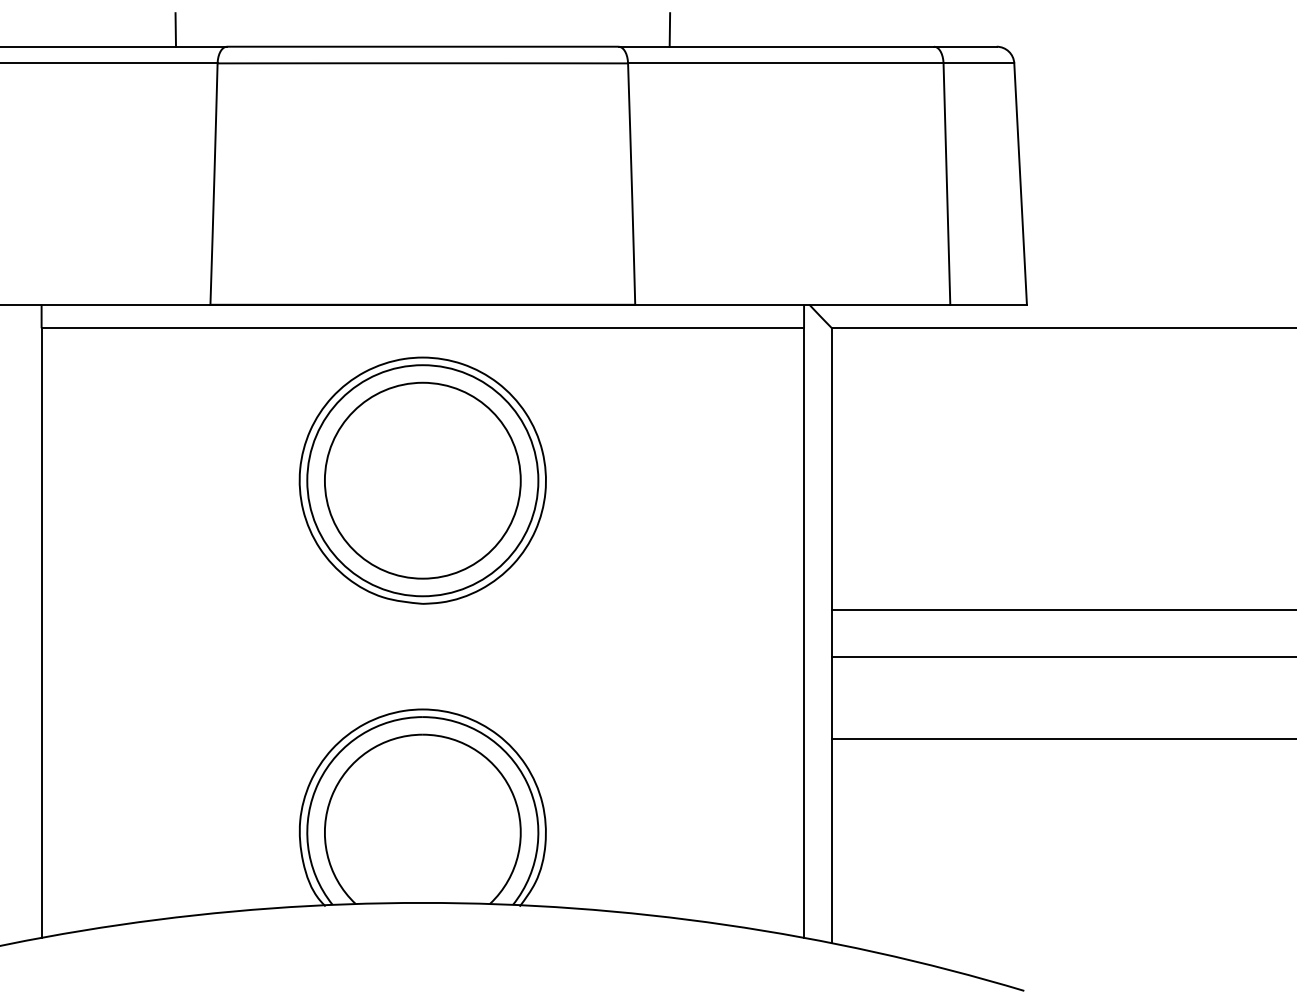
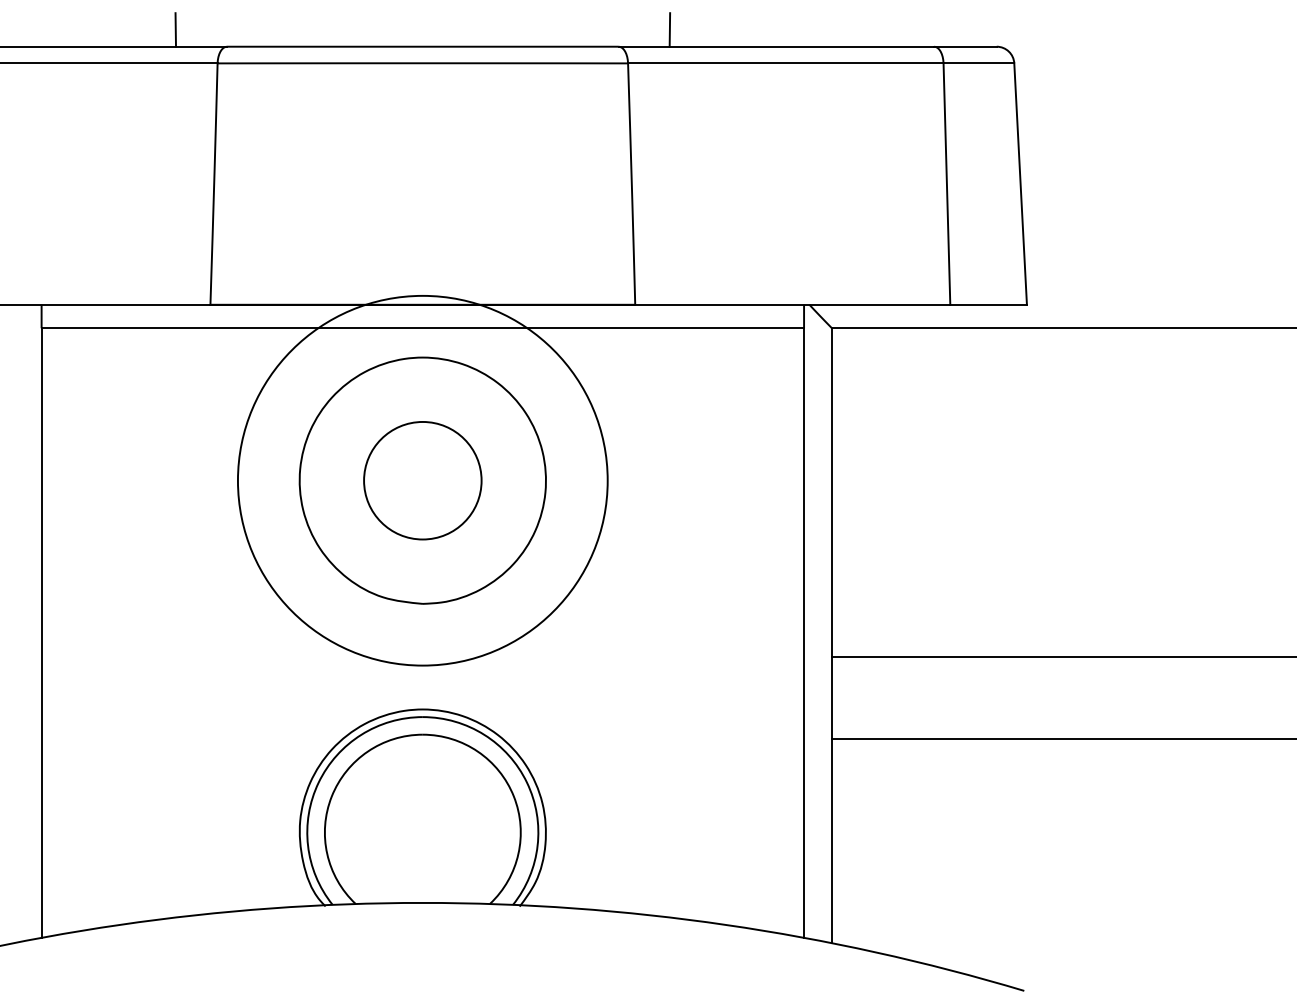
circle at (422, 480) diameter: 196 px -> 118 px
circle at (422, 480) diameter: 231 px -> 370 px
line at (1062, 609): present -> none
